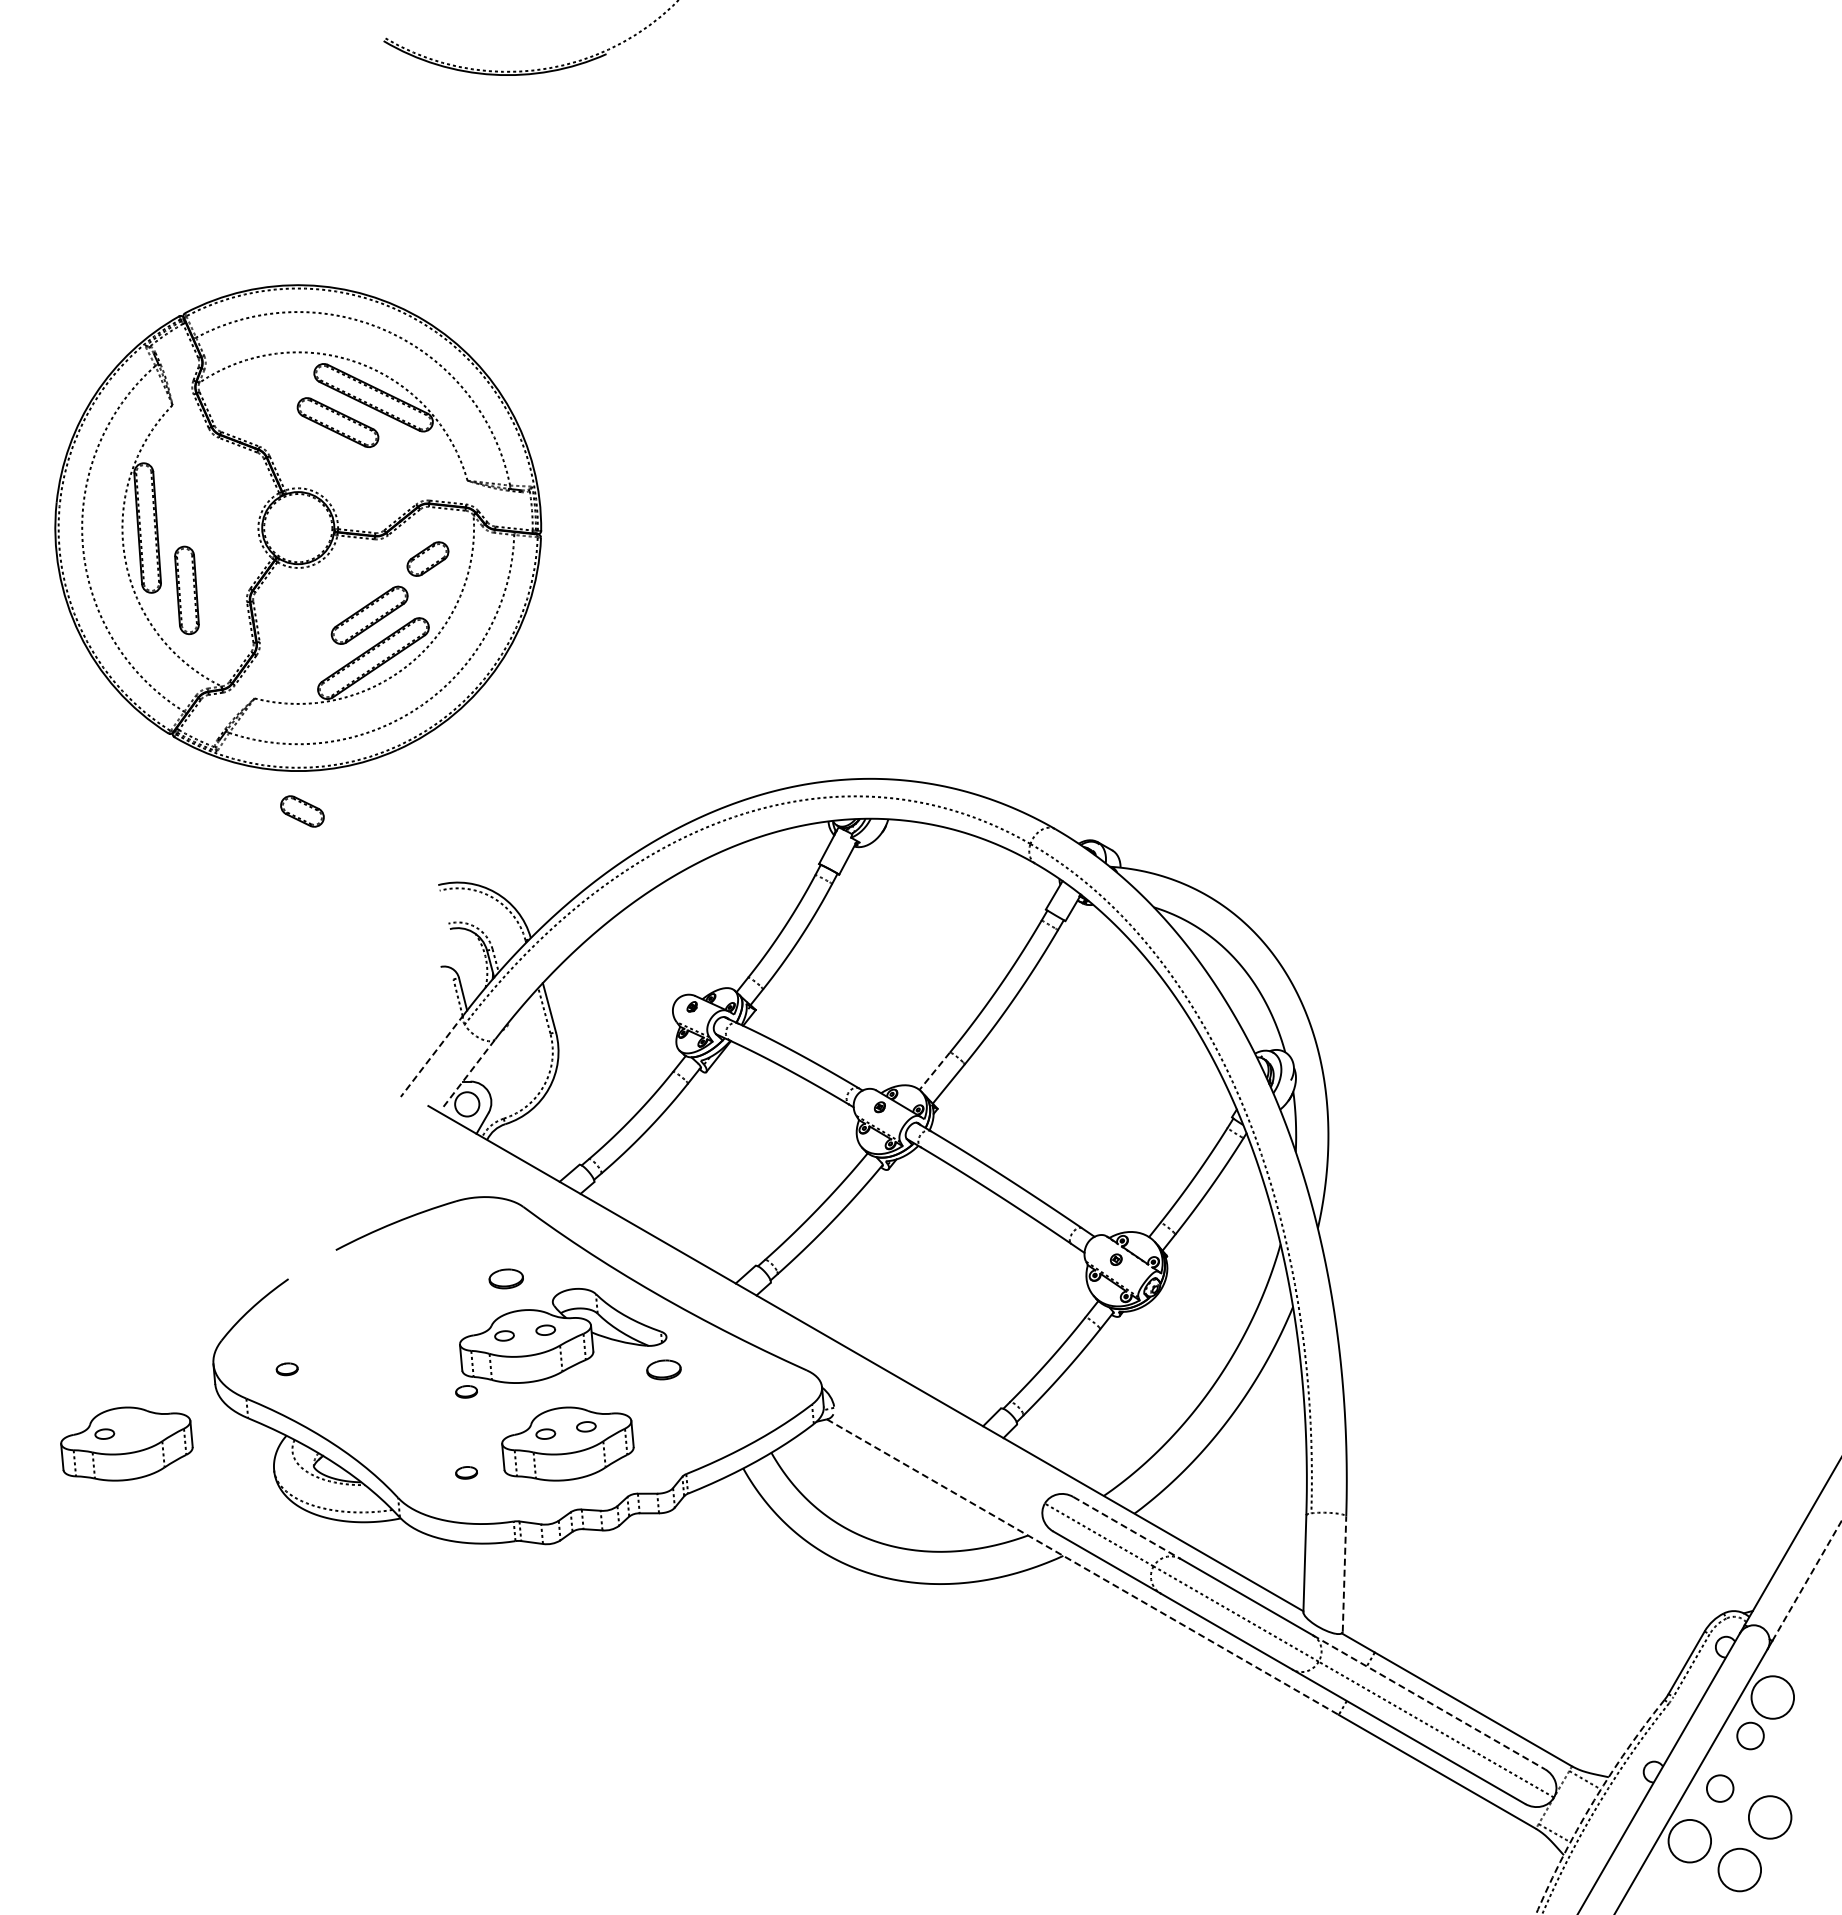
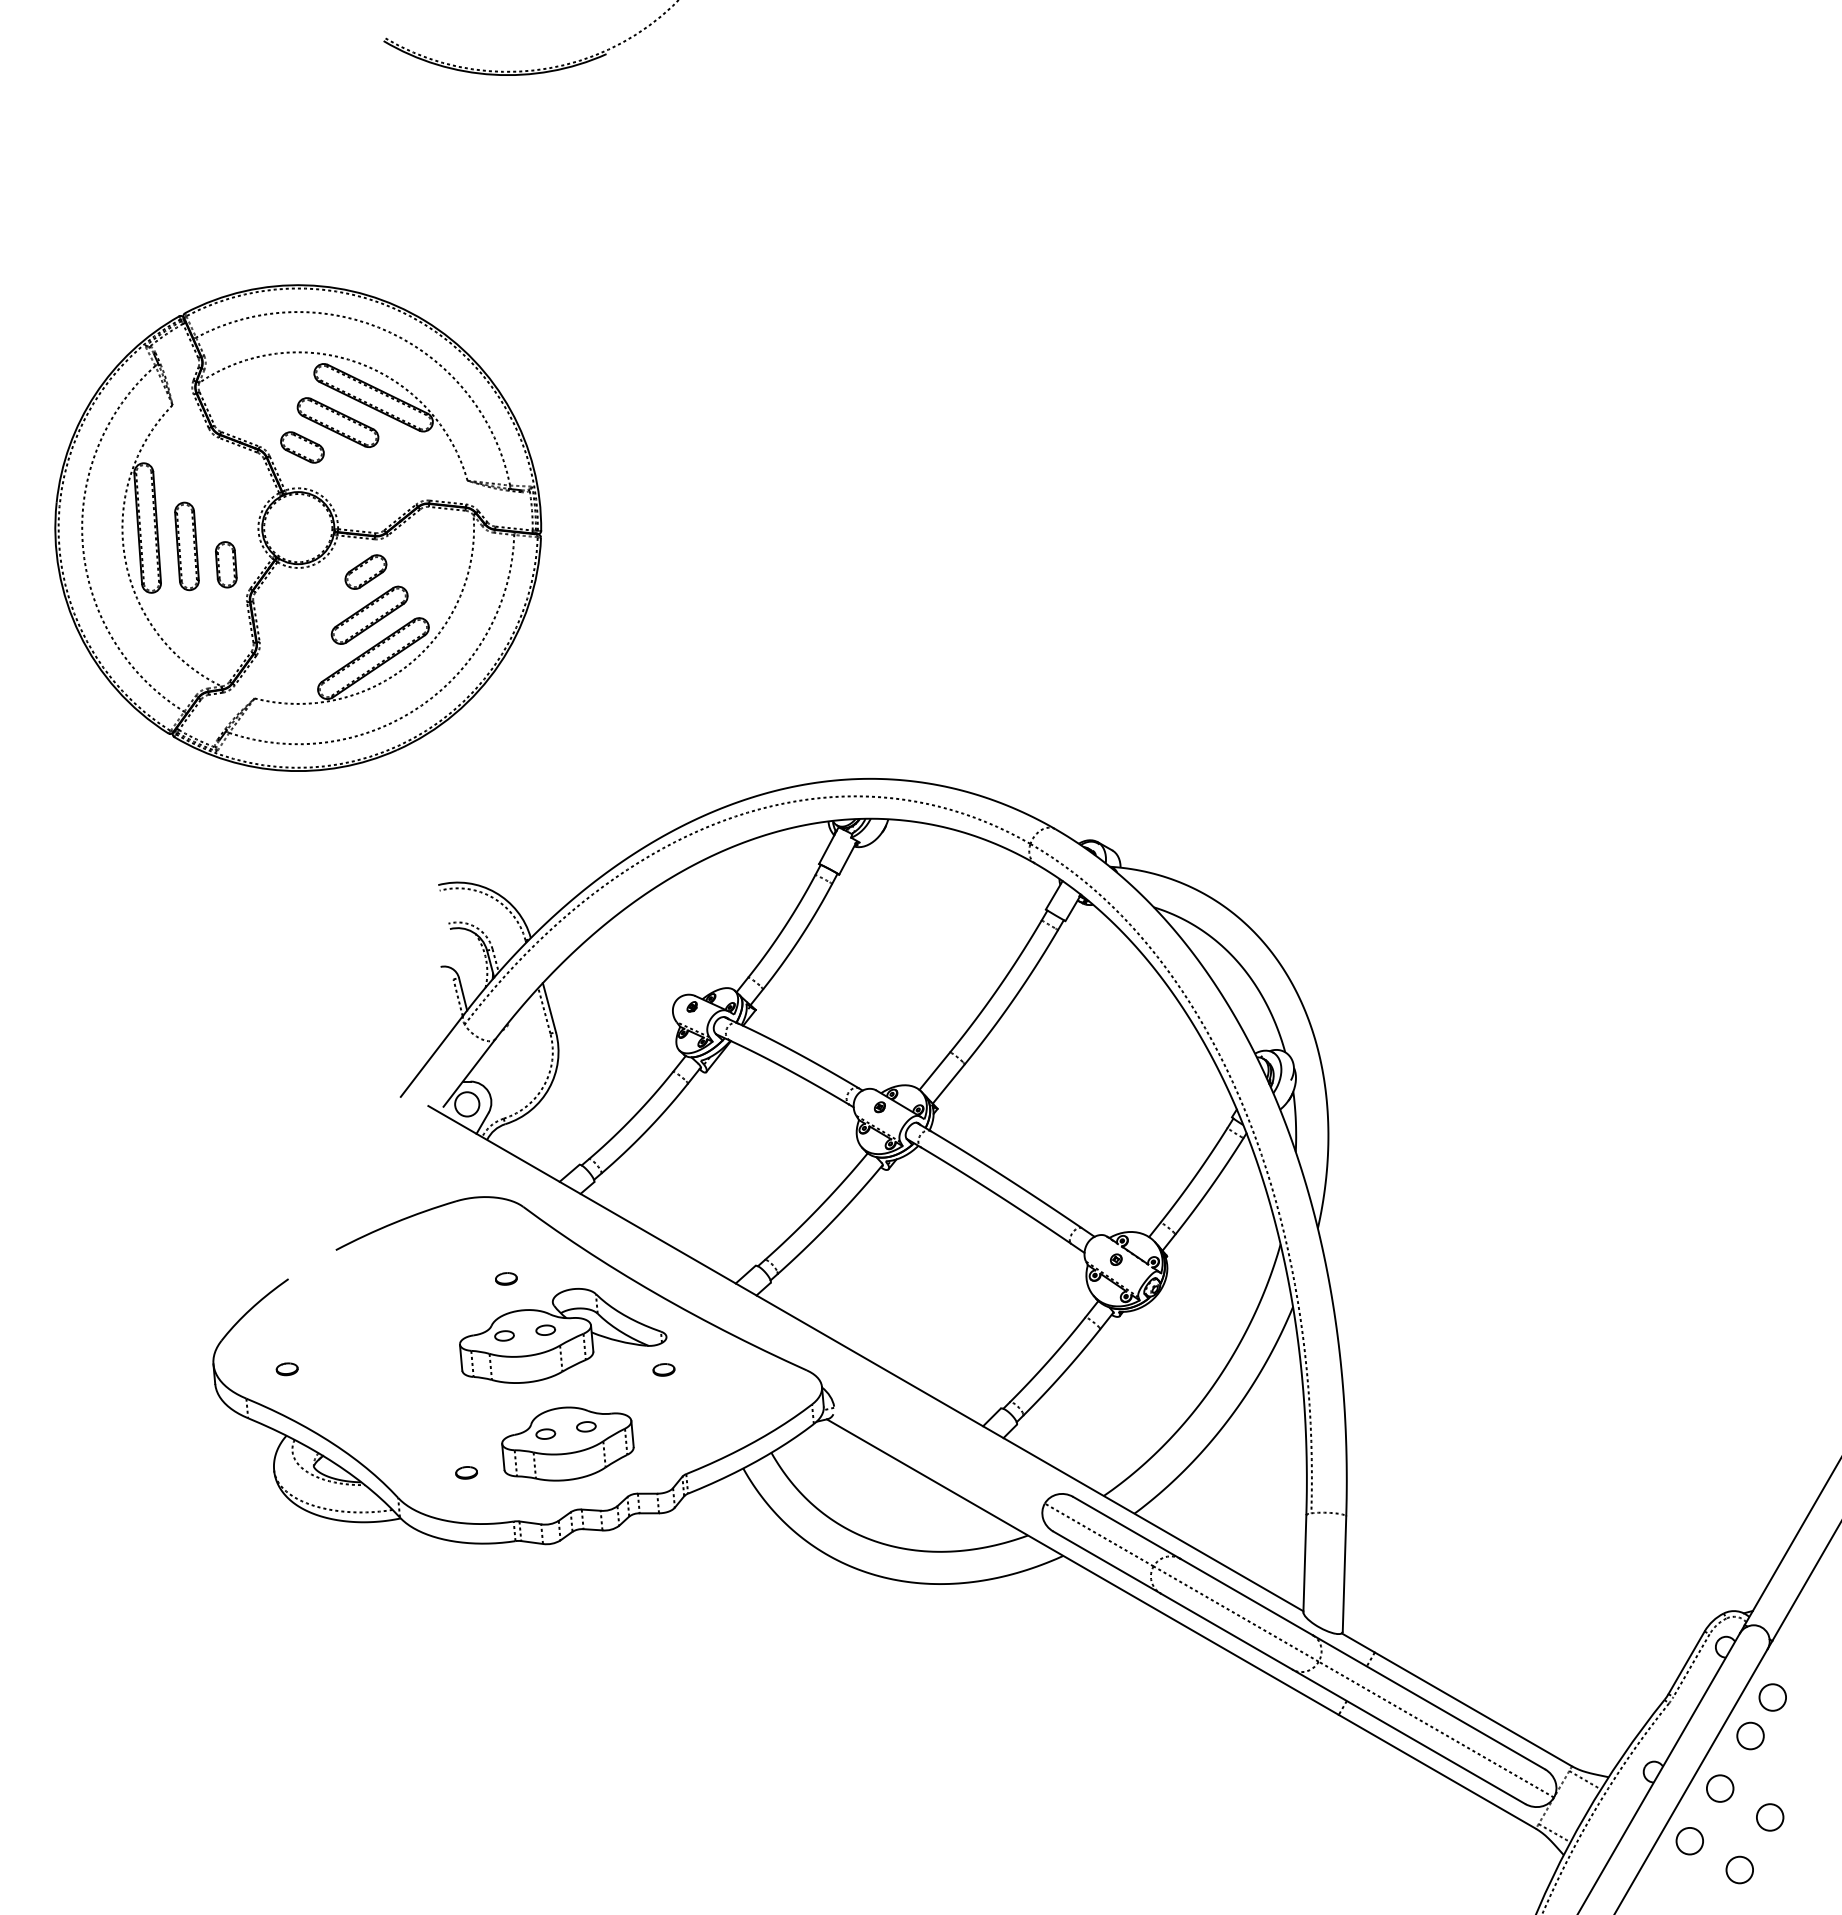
part at (427, 558) position: (427, 558) -> (365, 571)
part at (226, 564): none -> present
part at (186, 590) position: (186, 590) -> (186, 546)
part at (302, 811) position: (302, 811) -> (302, 447)
line at (432, 1055): dashed -> solid
line at (934, 1071): dashed -> solid
line at (469, 1072): dashed -> solid
part at (505, 1278) size: 36x22 px -> 23x14 px
part at (663, 1369) size: 36x22 px -> 24x14 px
part at (466, 1391): present -> none
part at (126, 1443): present -> none
line at (1126, 1527): dashed -> solid
line at (1082, 1567): dashed -> solid
line at (1344, 1574): dashed -> solid
line at (1807, 1580): dashed -> solid
circle at (1772, 1697) diameter: 43 px -> 27 px
line at (1429, 1702): dashed -> solid
arc at (1592, 1803): dashed -> solid
circle at (1769, 1817) diameter: 43 px -> 27 px
circle at (1689, 1840) diameter: 43 px -> 27 px
circle at (1739, 1869) diameter: 43 px -> 27 px
